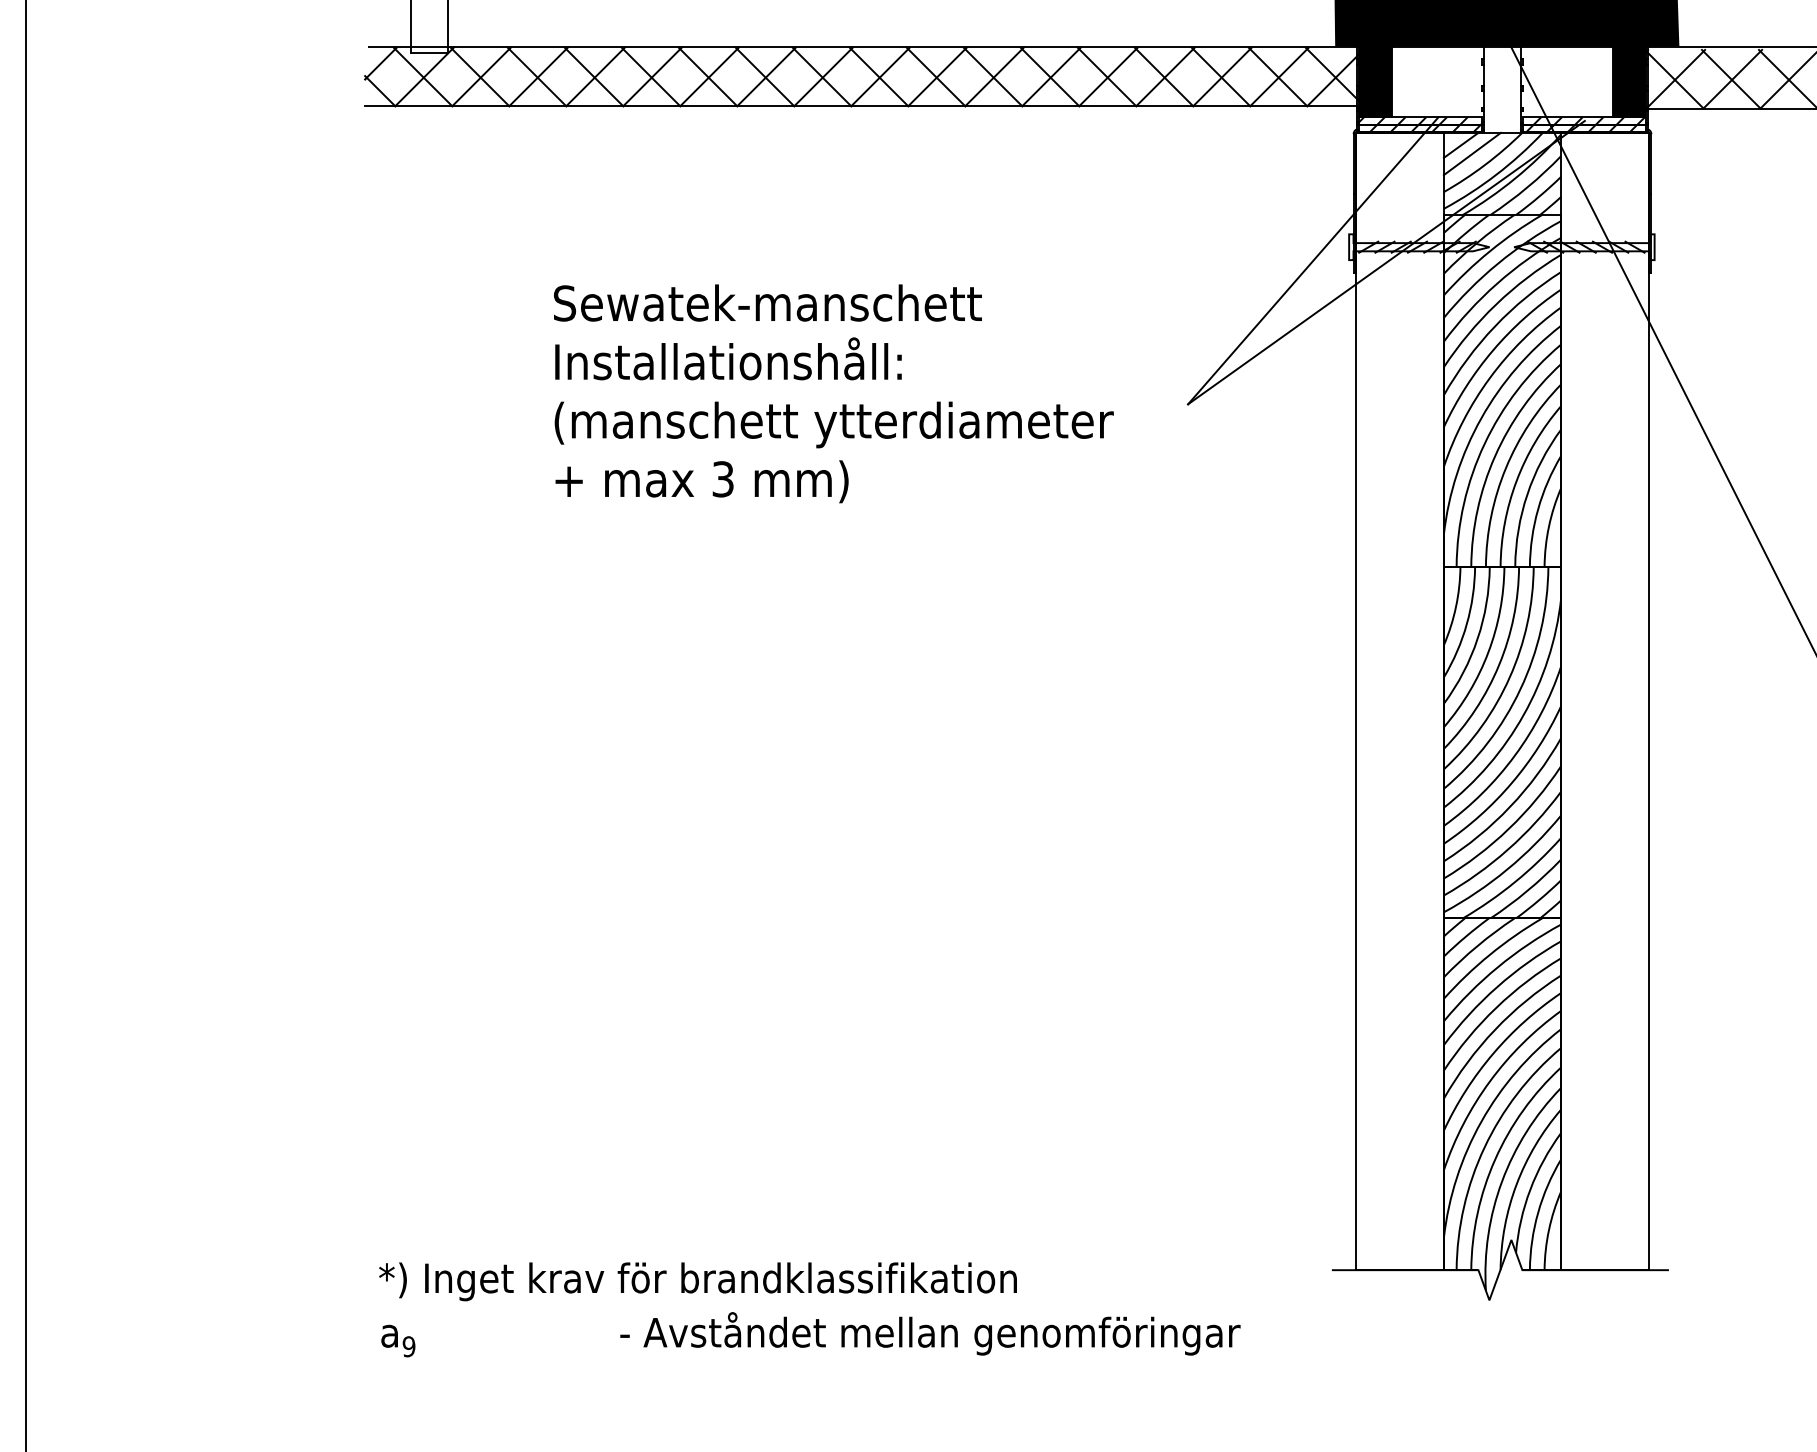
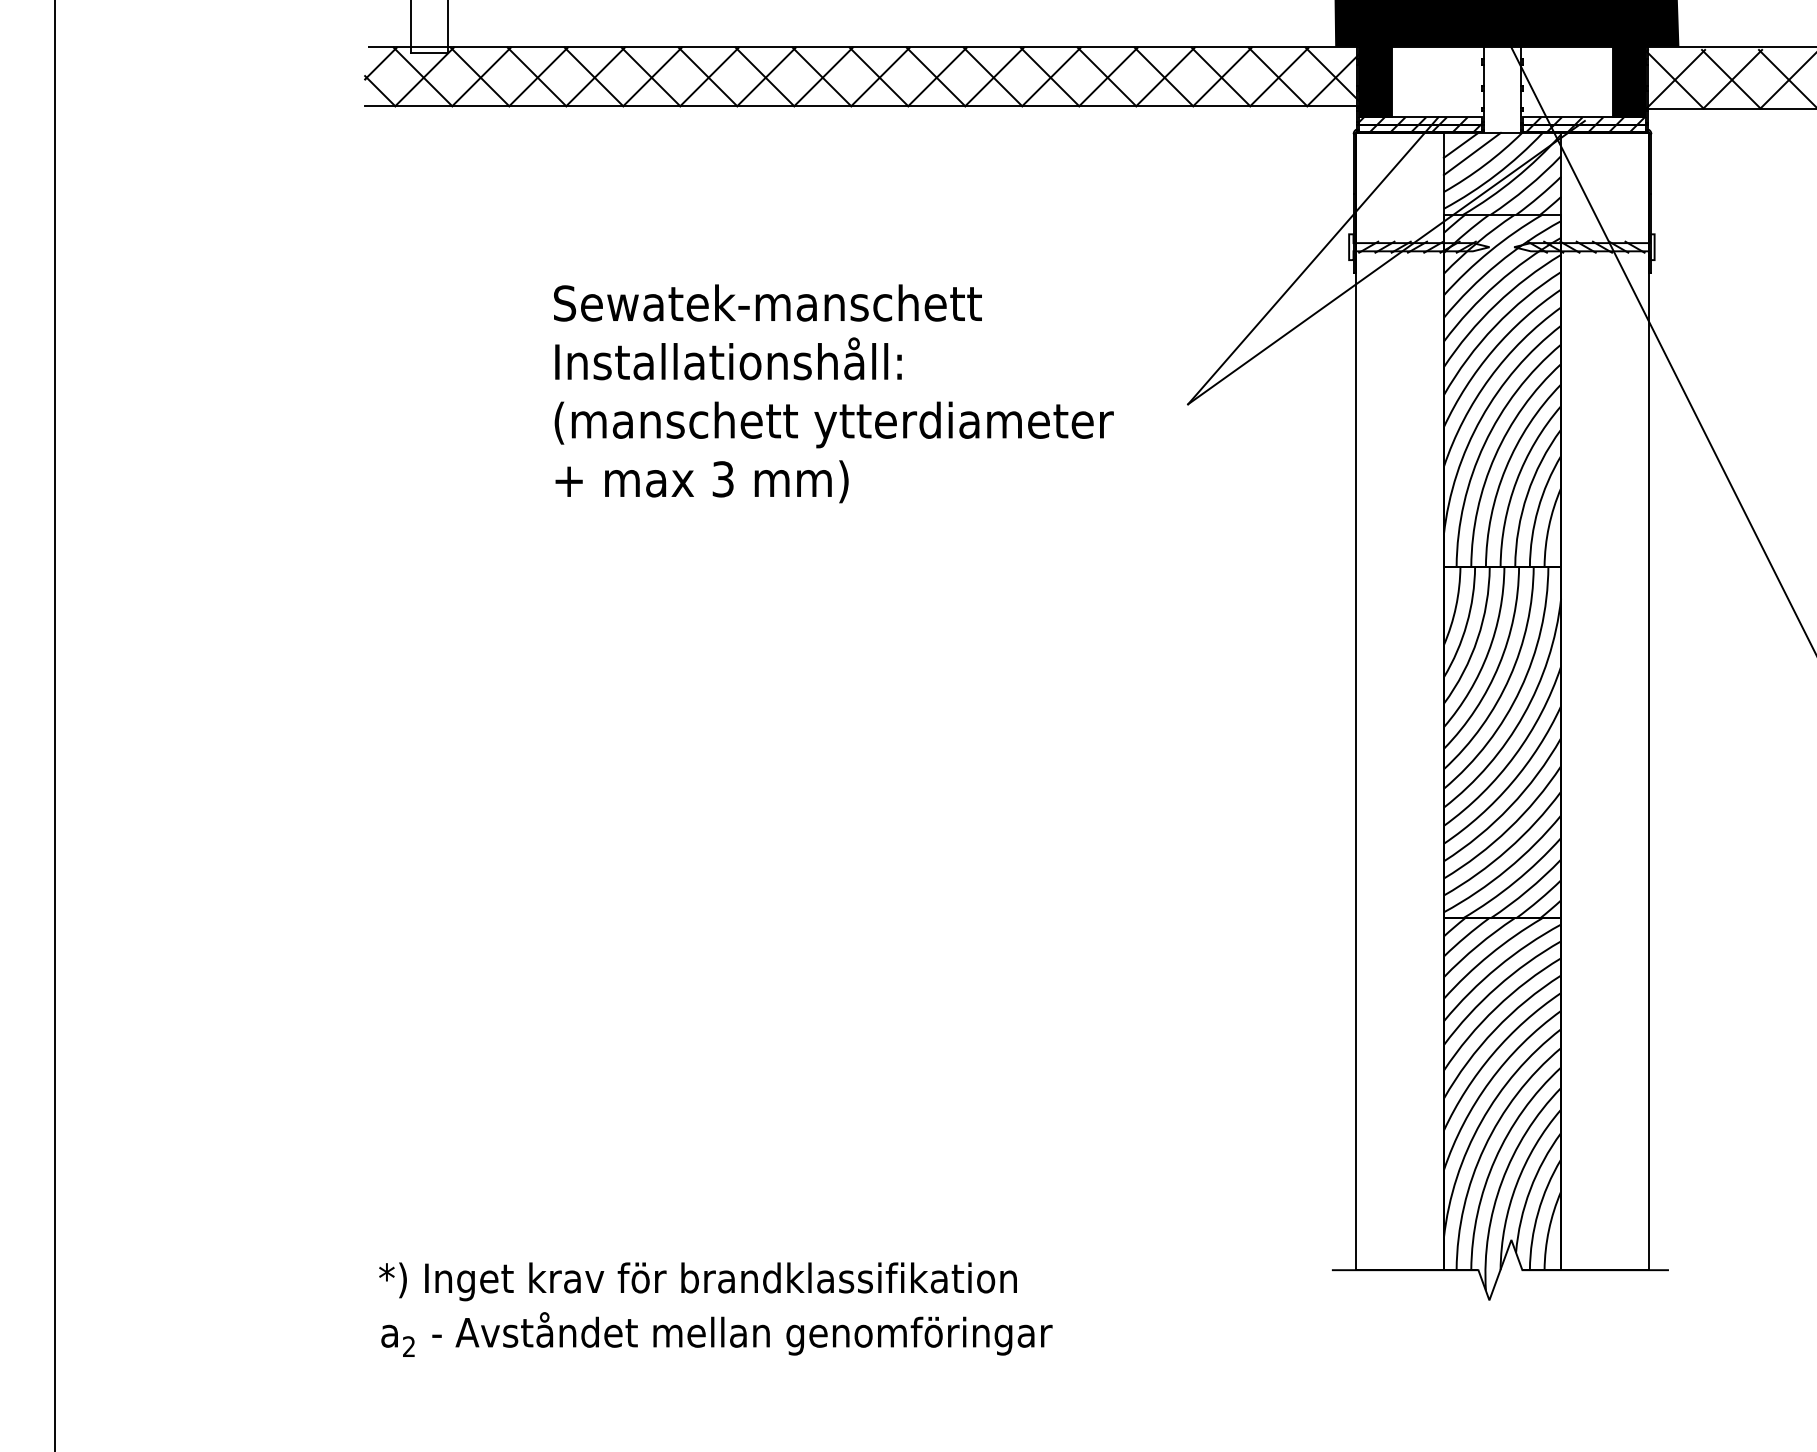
line at (25, 725) position: (25, 725) -> (54, 725)
text at (930, 1333) position: (930, 1333) -> (742, 1333)
text at (408, 1346): 9 -> 2
